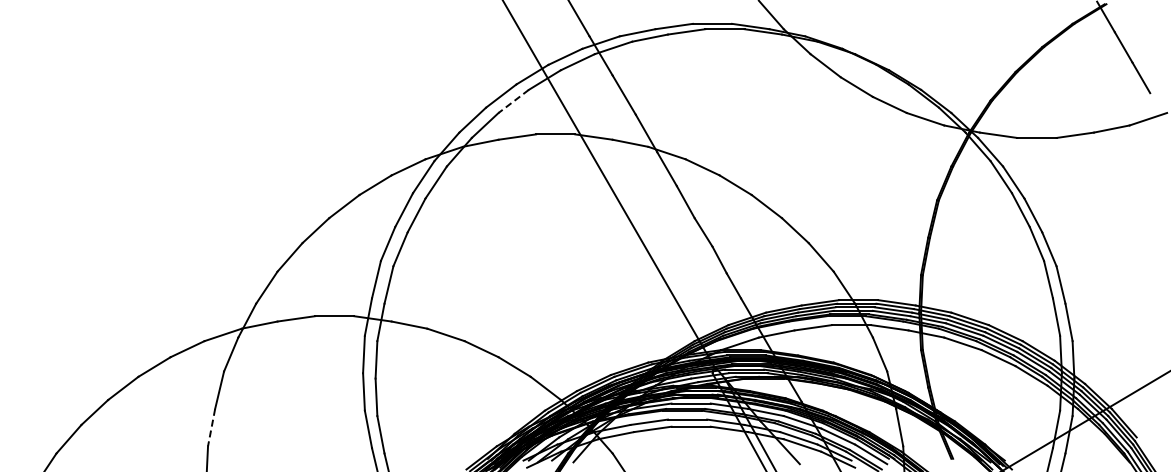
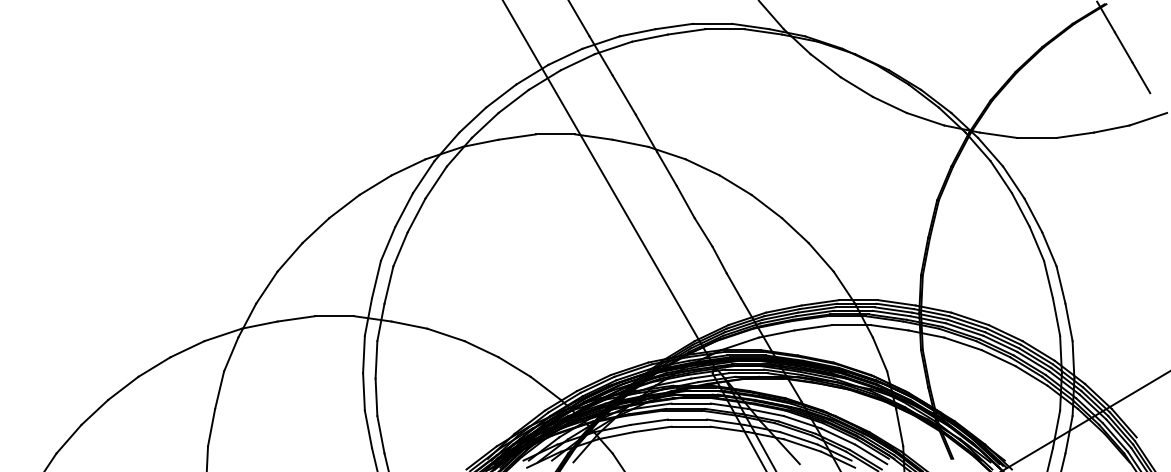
line at (513, 101): dashed -> solid
line at (211, 428): dashed -> solid
